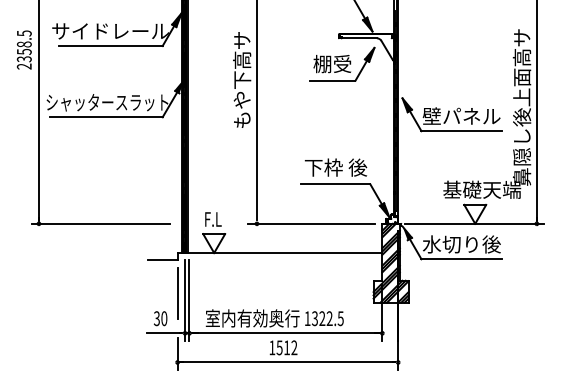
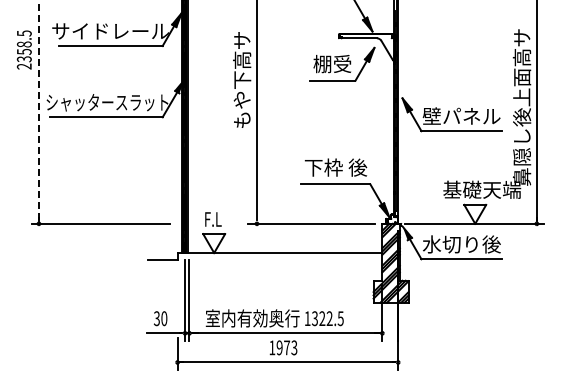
line at (38, 110): solid -> dashed
line at (177, 292): present -> none
text at (286, 347): 1512 -> 1973
